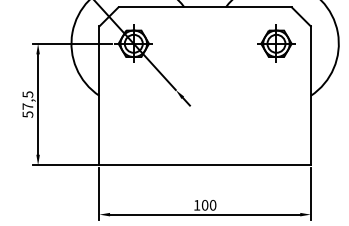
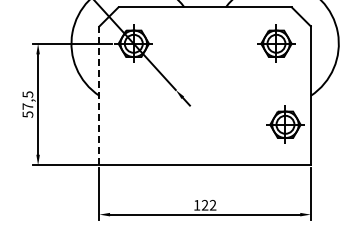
line at (99, 96): solid -> dashed
part at (285, 124): none -> present
text at (208, 205): 100 -> 122
